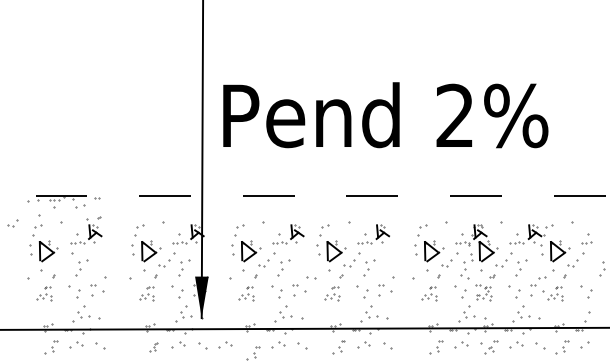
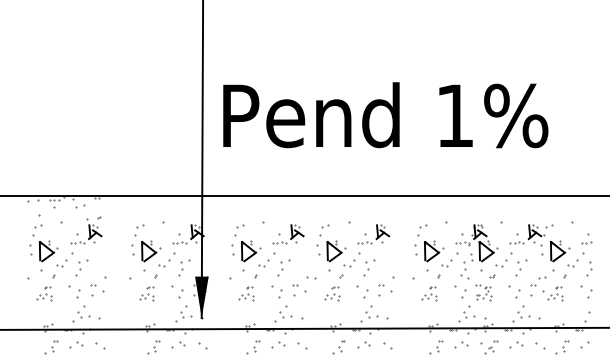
text at (454, 114): 2% -> 1%
line at (304, 196): dashed -> solid
part at (12, 223) position: (12, 223) -> (61, 263)
part at (602, 268) position: (602, 268) -> (589, 268)
part at (225, 344): present -> none
part at (153, 347) size: 10x11 px -> 14x15 px
part at (253, 353) position: (253, 353) -> (253, 347)
